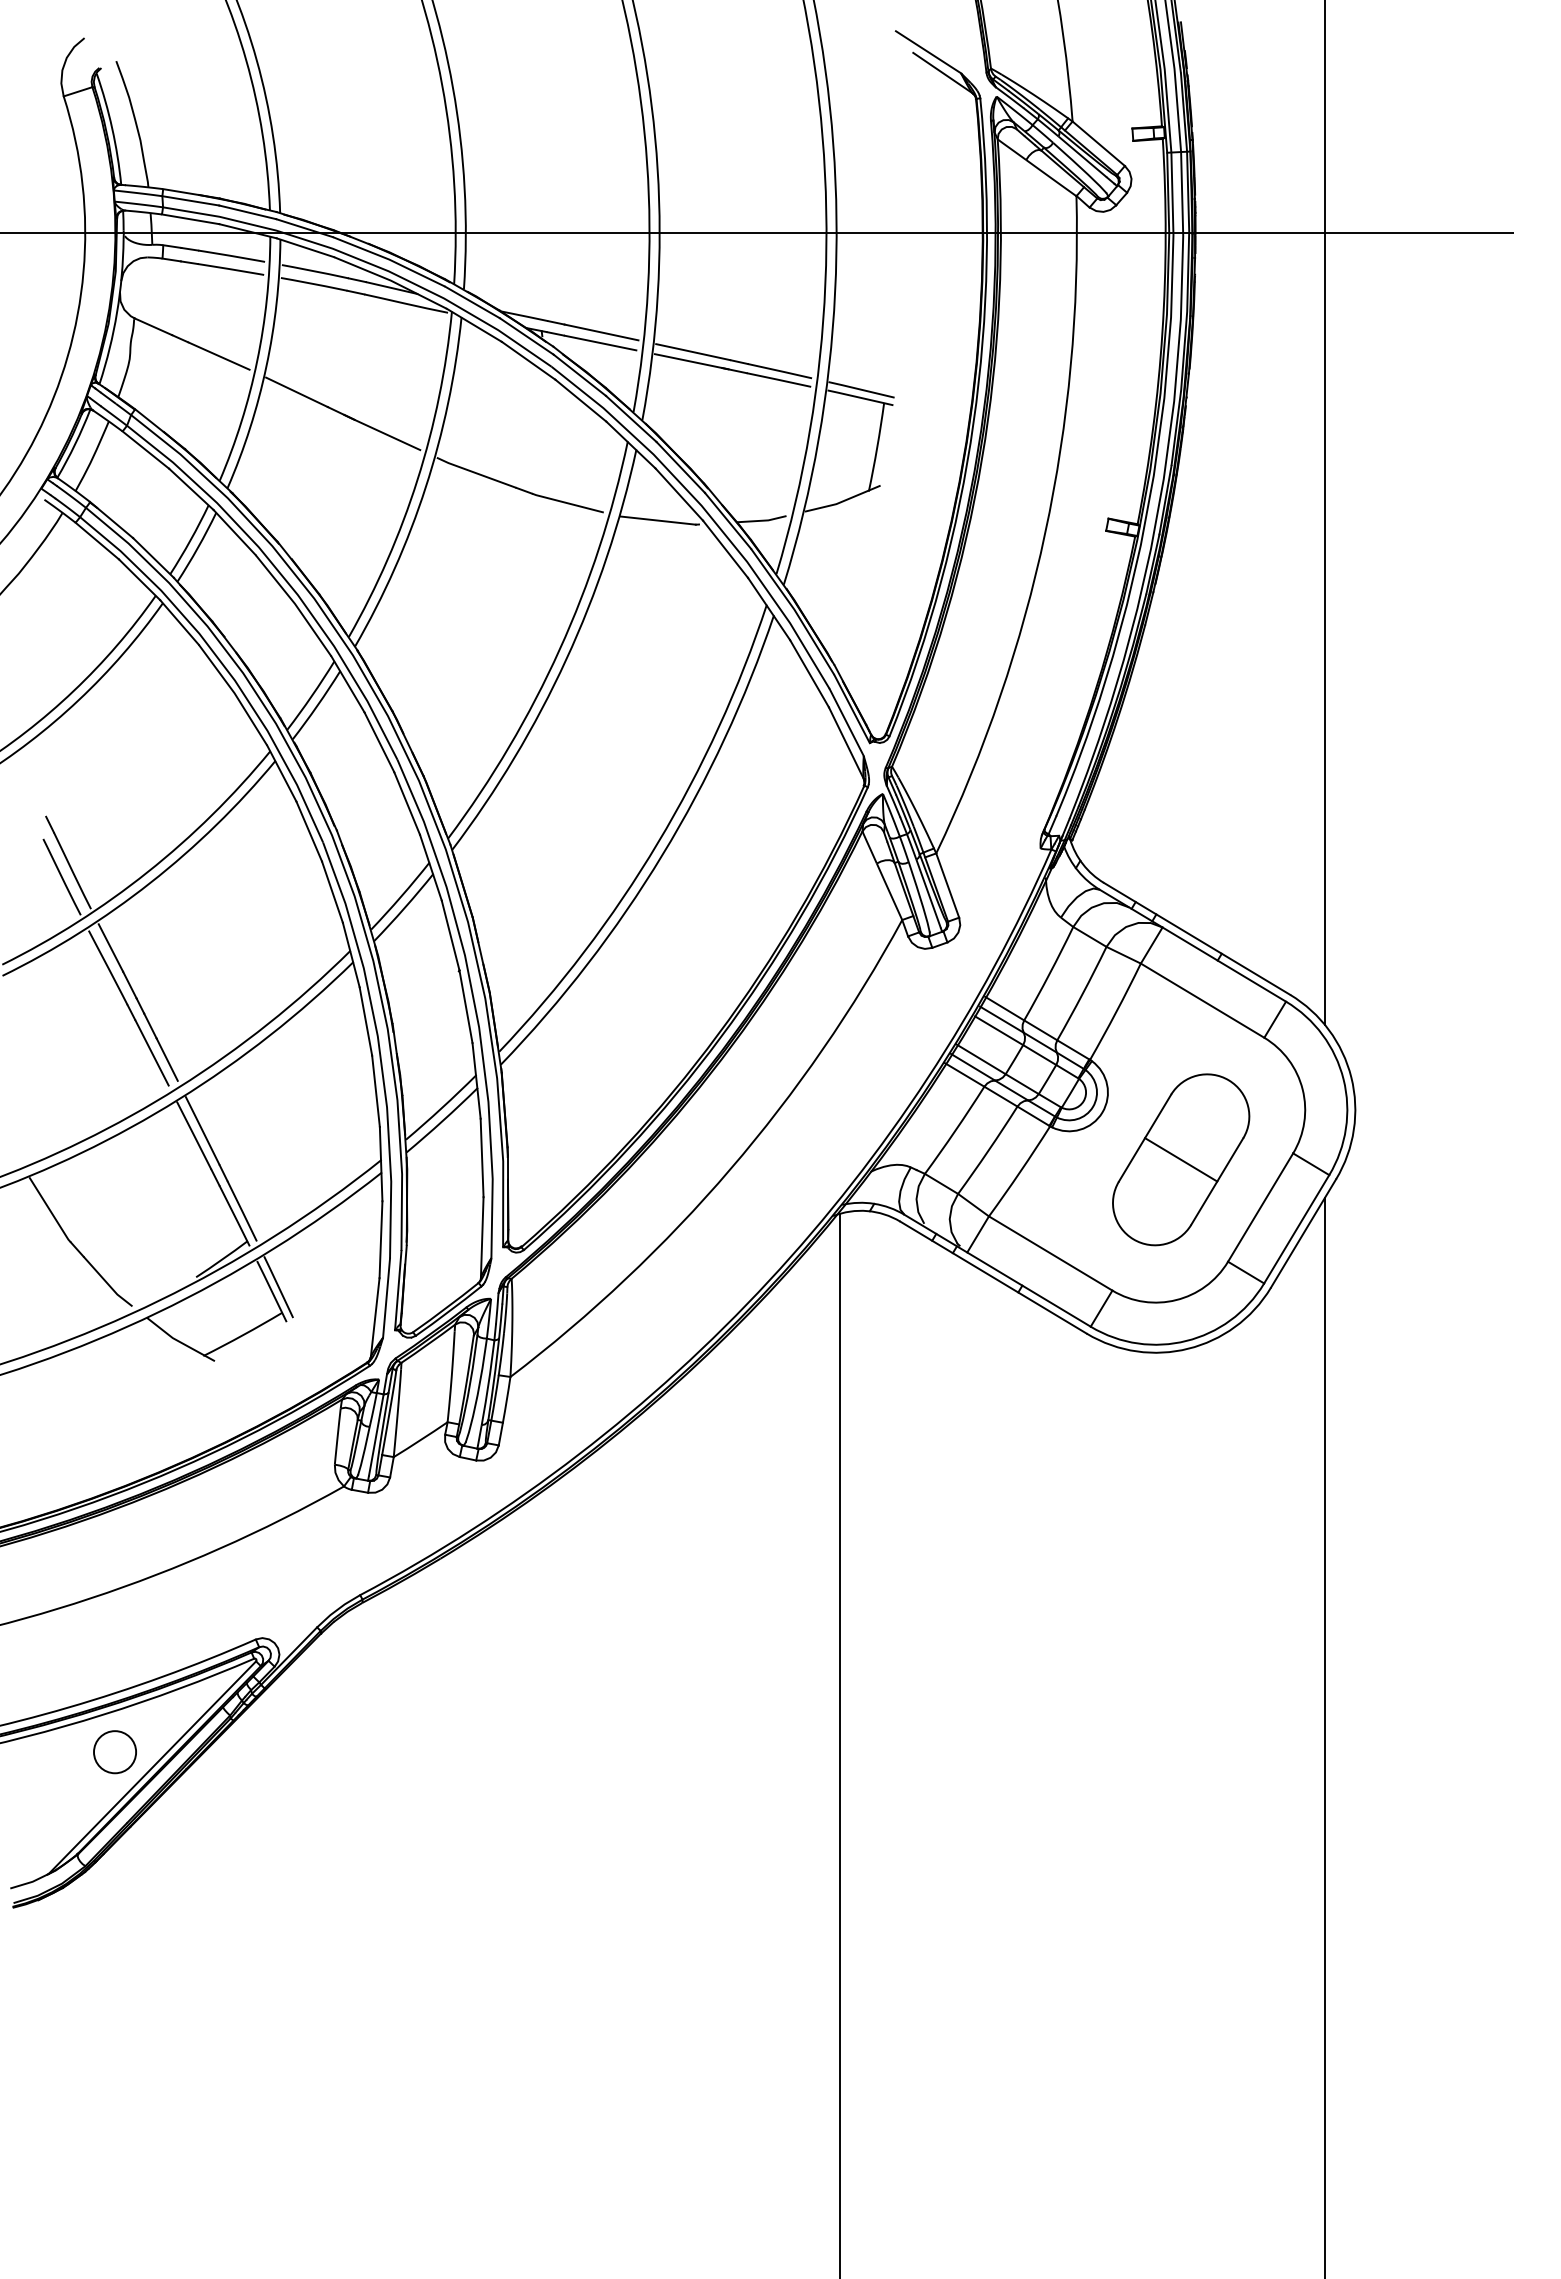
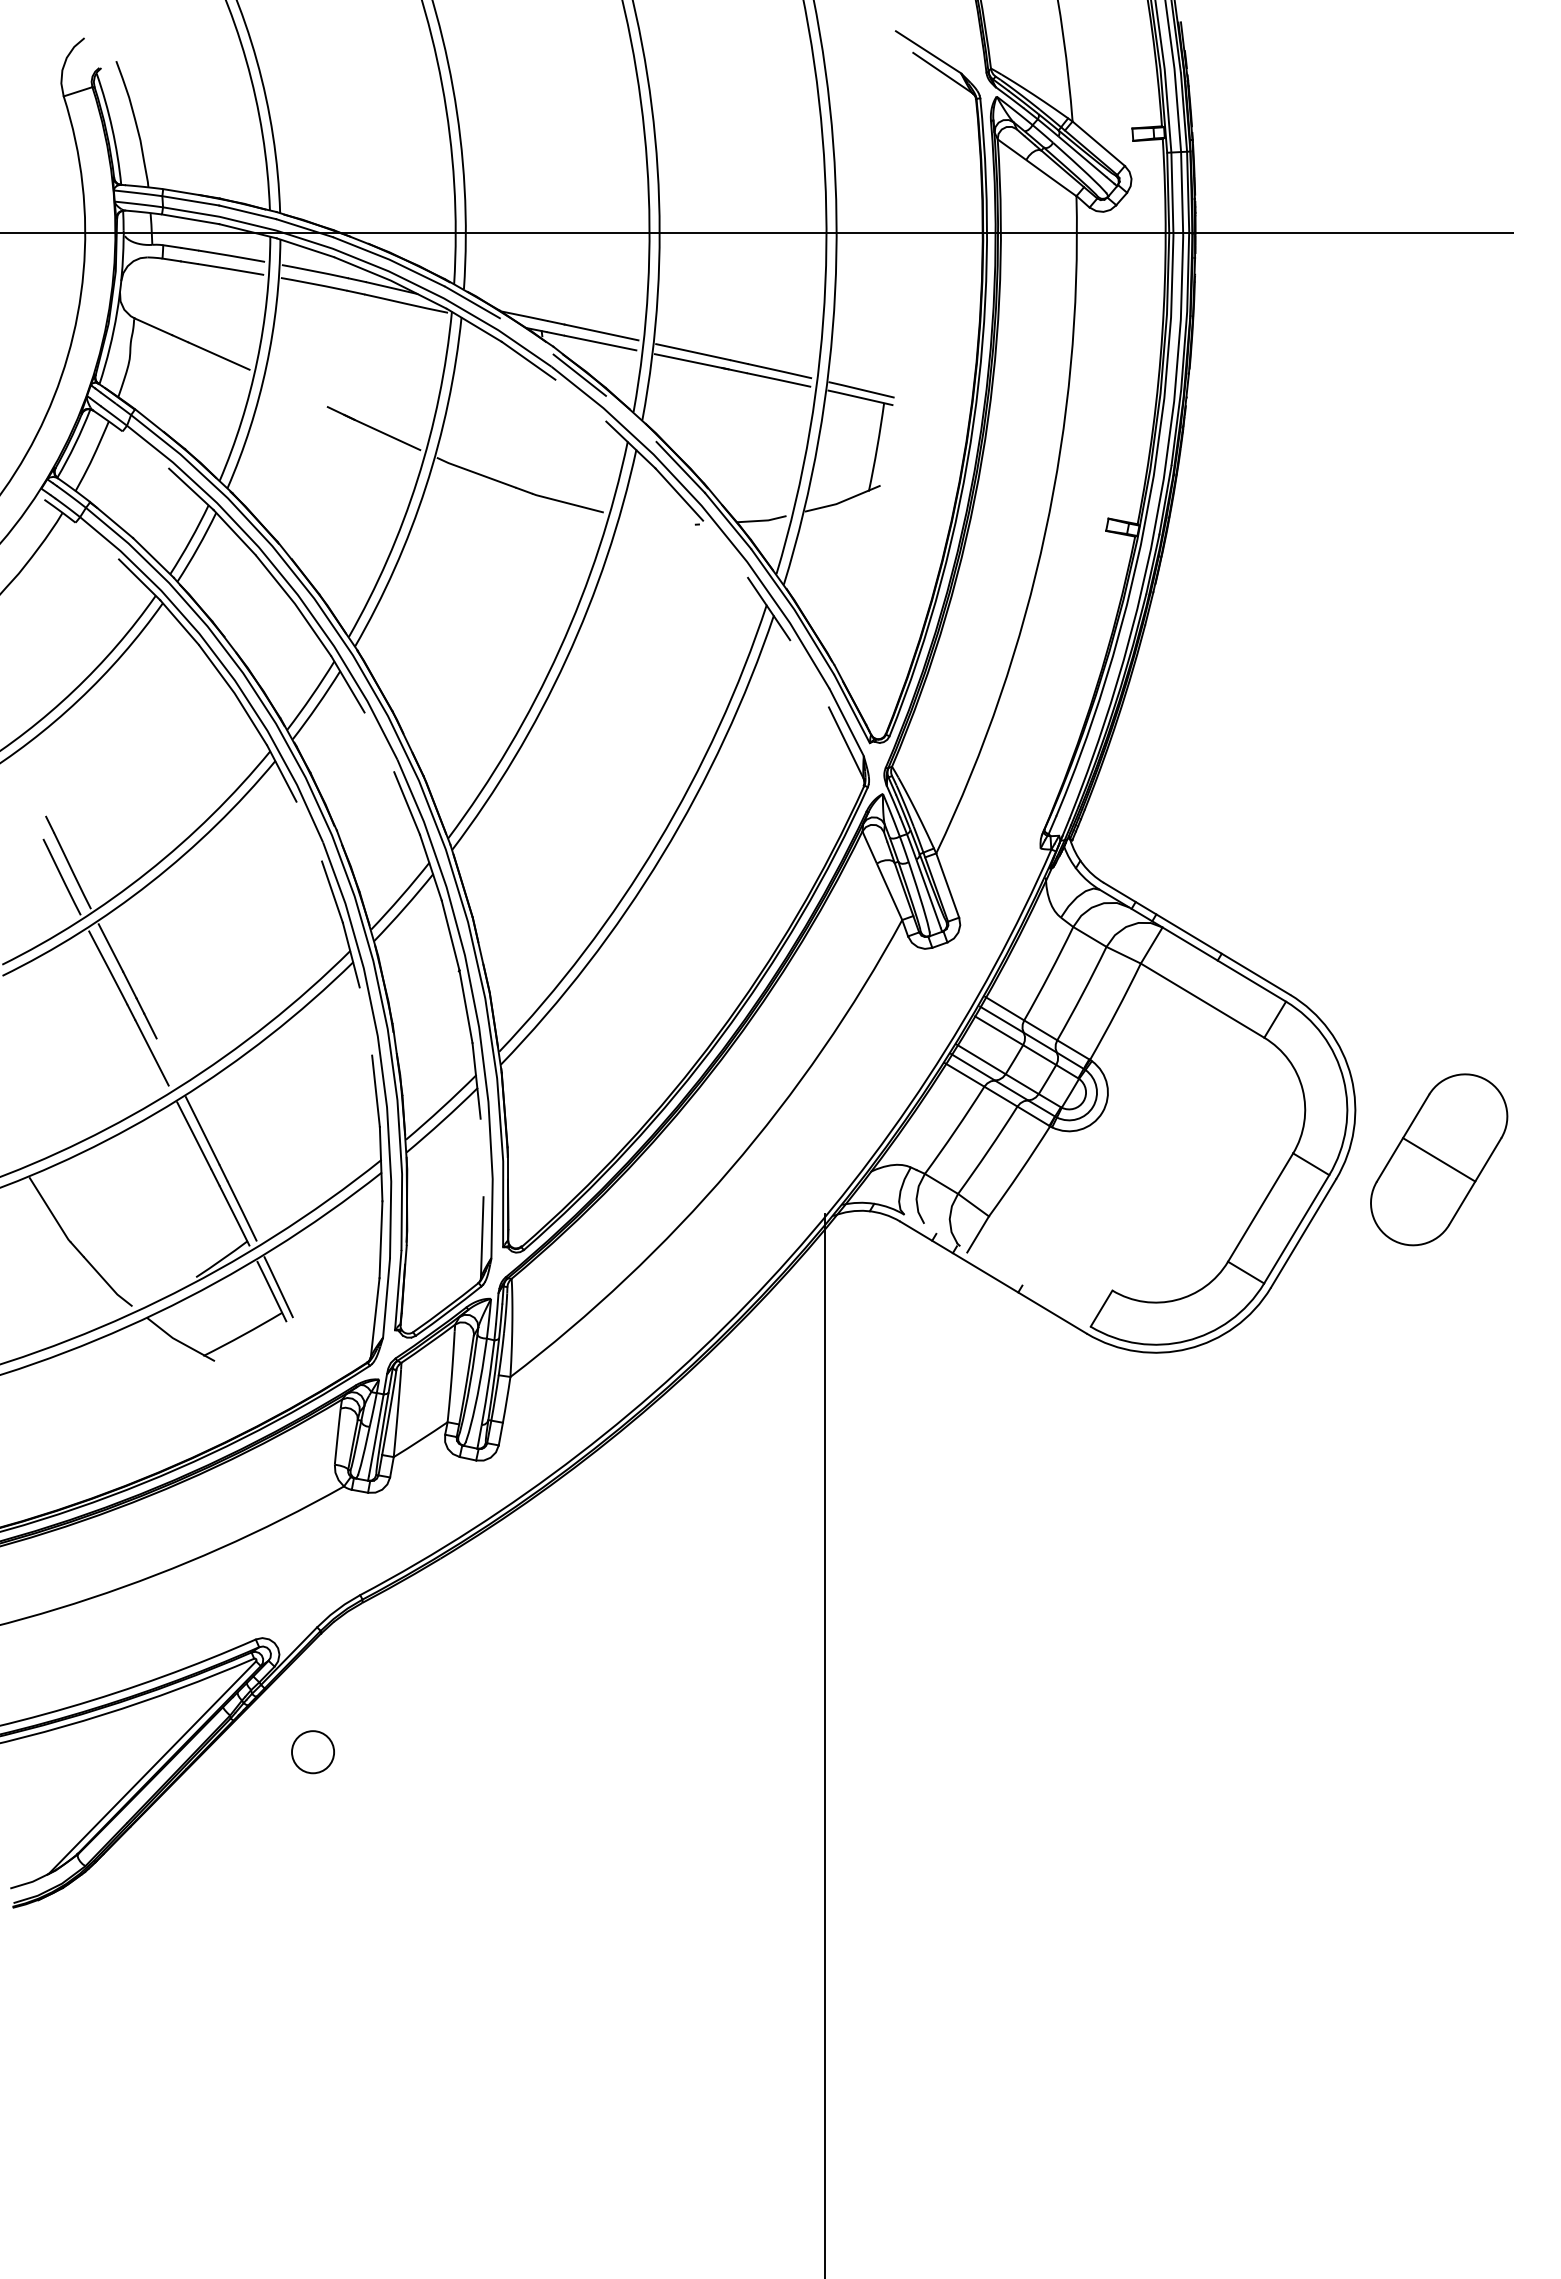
line at (526, 336): present -> none
line at (296, 392): present -> none
line at (580, 400): present -> none
line at (630, 418): present -> none
line at (145, 449): present -> none
line at (1324, 513): present -> none
line at (657, 520): present -> none
line at (97, 540): present -> none
line at (725, 548): present -> none
line at (809, 673): present -> none
line at (379, 742): present -> none
line at (309, 831): present -> none
line at (365, 1021): present -> none
line at (166, 1059): present -> none
line at (481, 1157): present -> none
part at (1181, 1159) position: (1181, 1159) -> (1439, 1159)
line at (1050, 1253): present -> none
line at (997, 1270): present -> none
line at (1324, 1736): present -> none
line at (840, 1744) position: (840, 1744) -> (825, 1744)
circle at (114, 1752) position: (114, 1752) -> (312, 1752)
